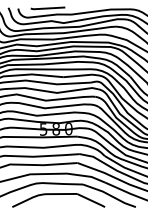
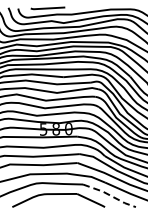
line at (109, 195): solid -> dashed
